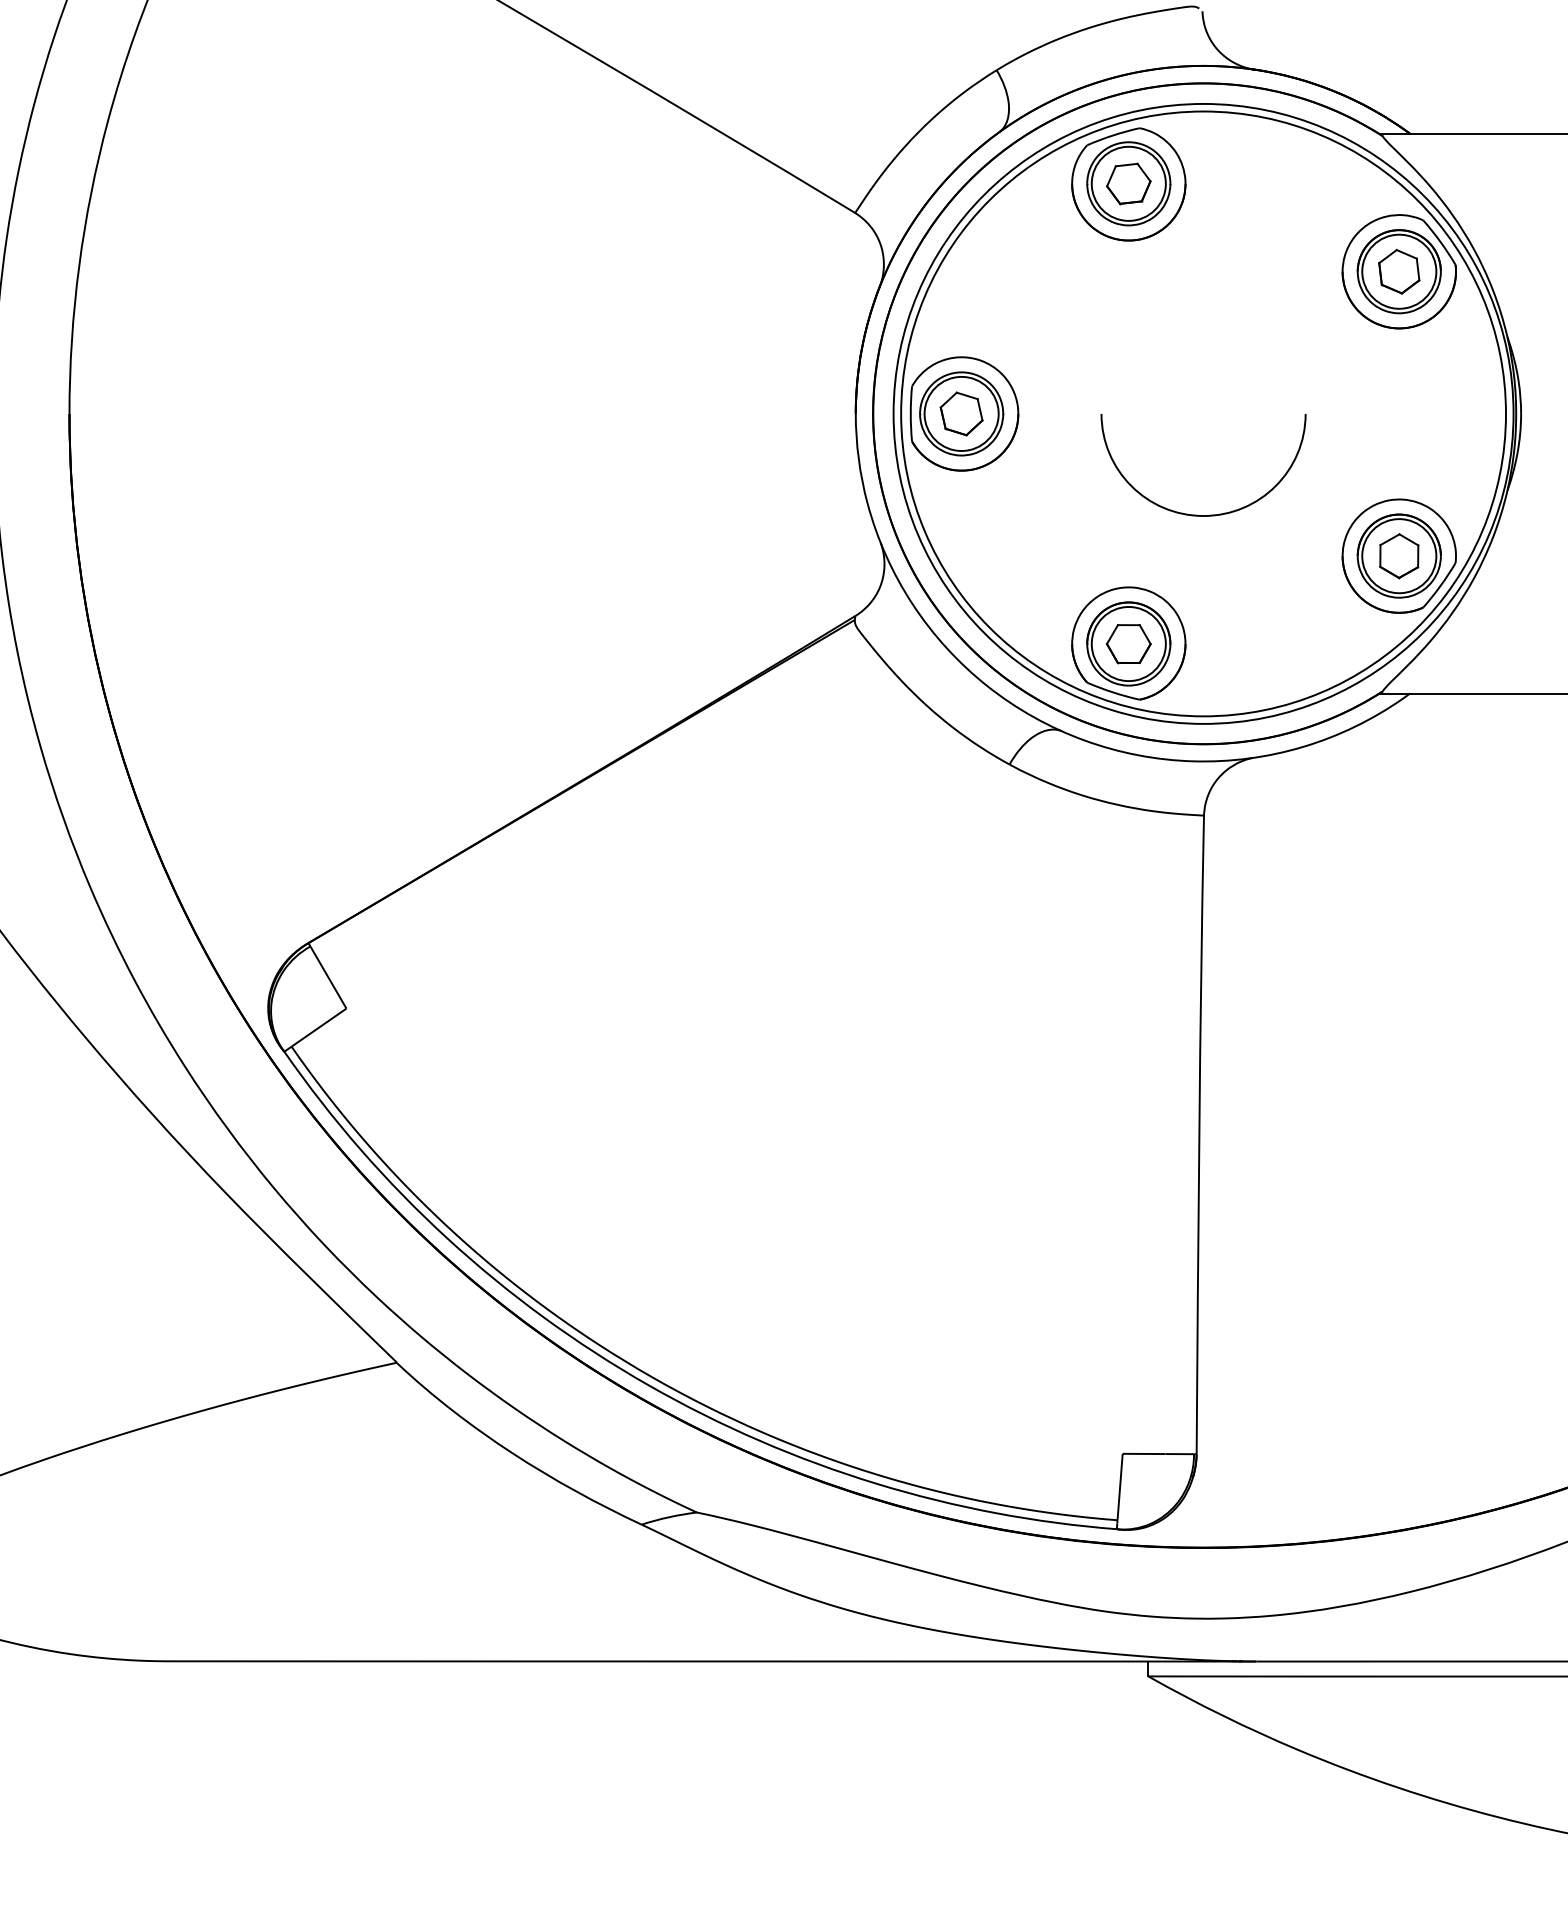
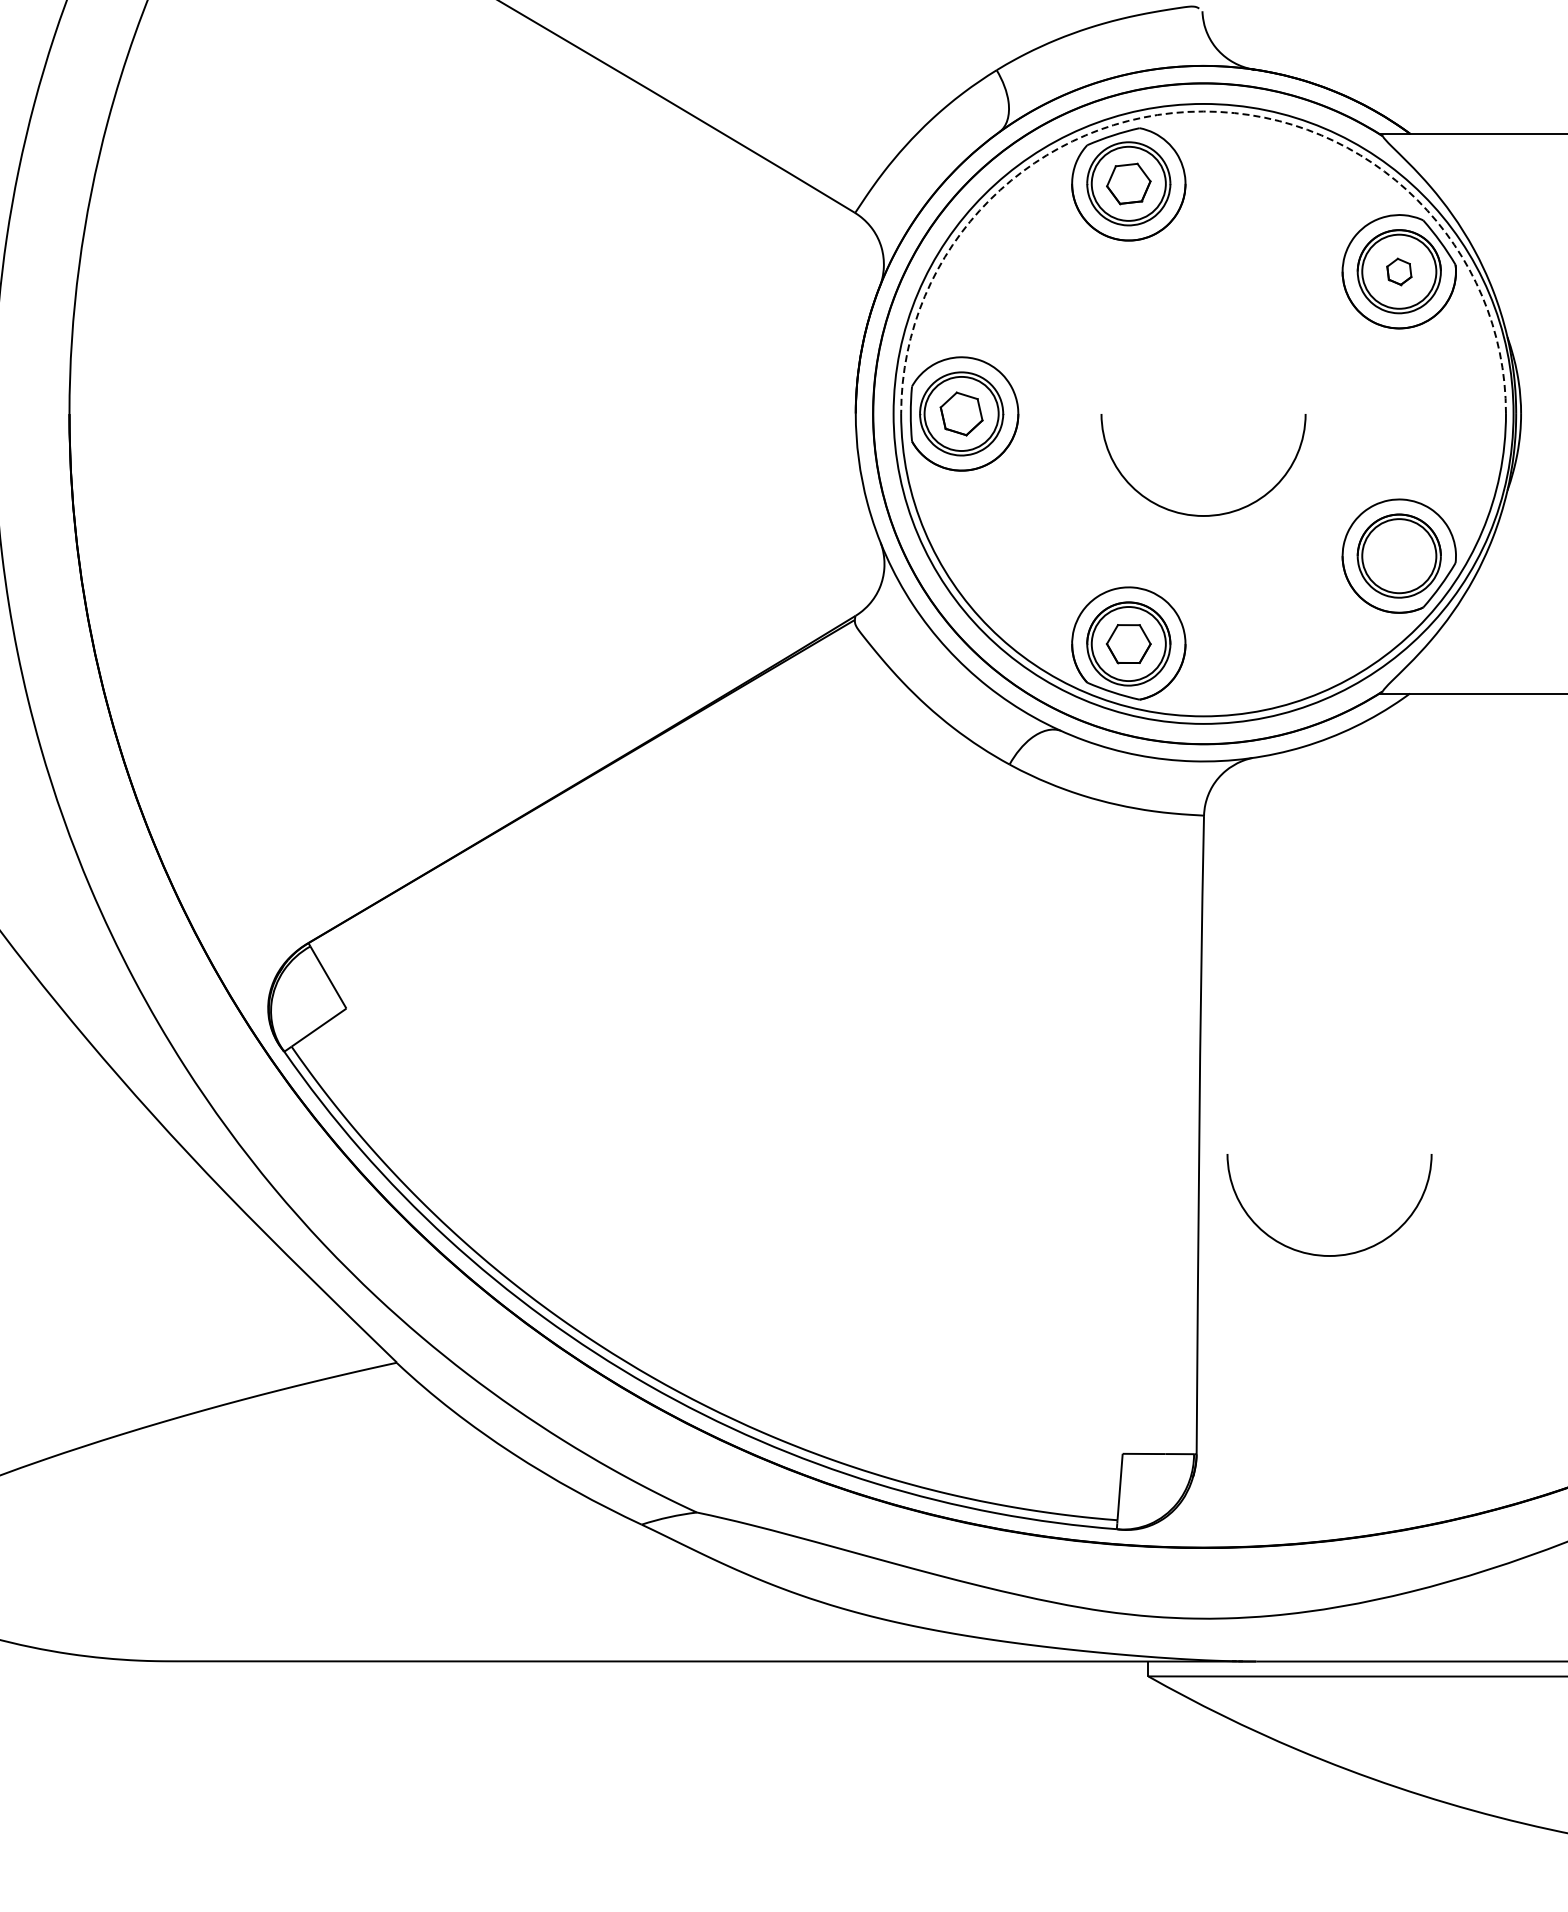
arc at (1203, 111): solid -> dashed
part at (1399, 271) size: 43x46 px -> 27x30 px
part at (1399, 556): present -> none
arc at (1323, 1254): none -> present
